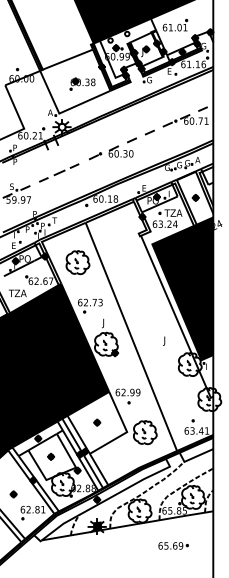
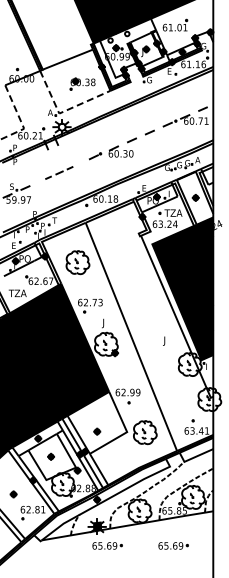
line at (62, 111): solid -> dashed
line at (20, 119): solid -> dashed
part at (59, 172) size: 41x20 px -> 29x14 px
part at (97, 422) position: (97, 422) -> (97, 431)
part at (107, 545): none -> present
